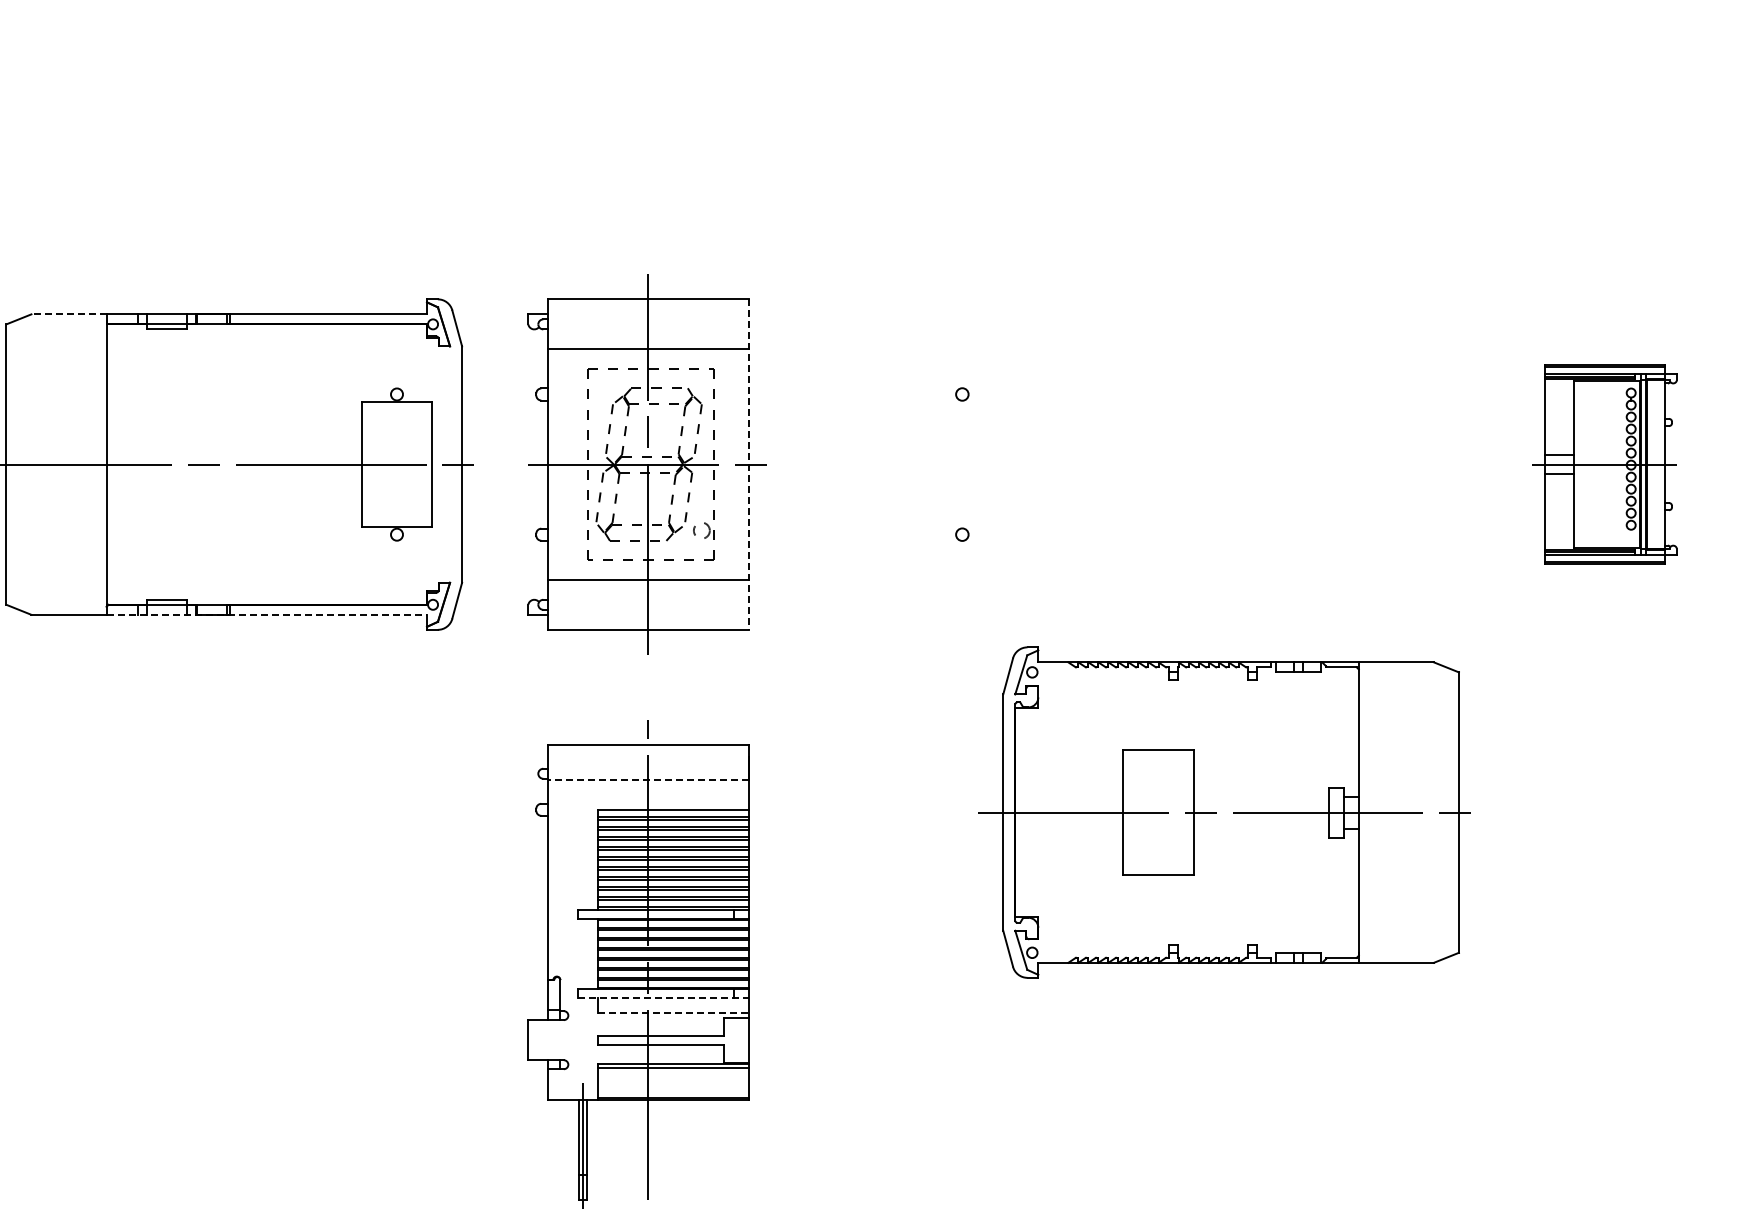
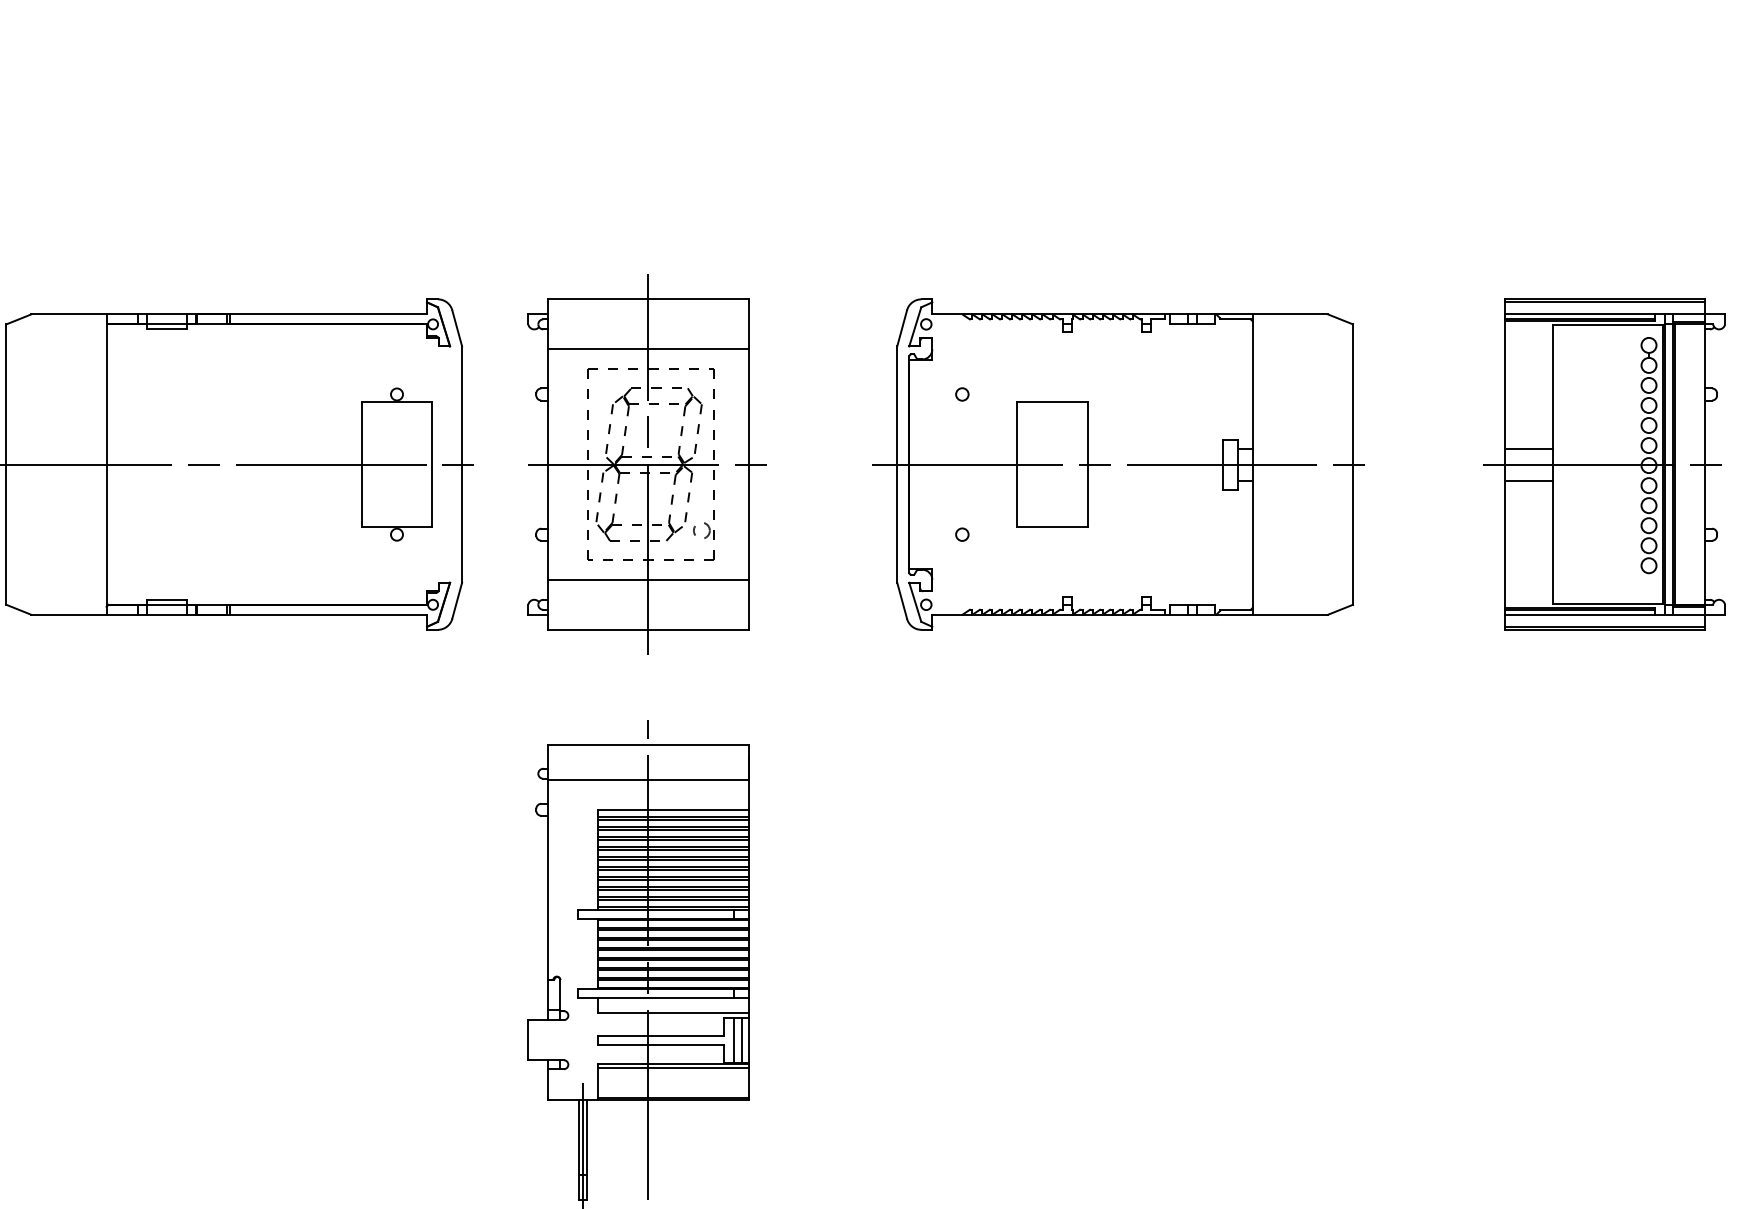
line at (69, 314): dashed -> solid
part at (1604, 464) size: 146x201 px -> 243x333 px
line at (748, 465): dashed -> solid
line at (267, 614): dashed -> solid
line at (647, 779): dashed -> solid
part at (1224, 812) position: (1224, 812) -> (1118, 464)
line at (664, 998): dashed -> solid
line at (674, 1012): dashed -> solid
line at (733, 1039): none -> present
line at (741, 1039): none -> present
